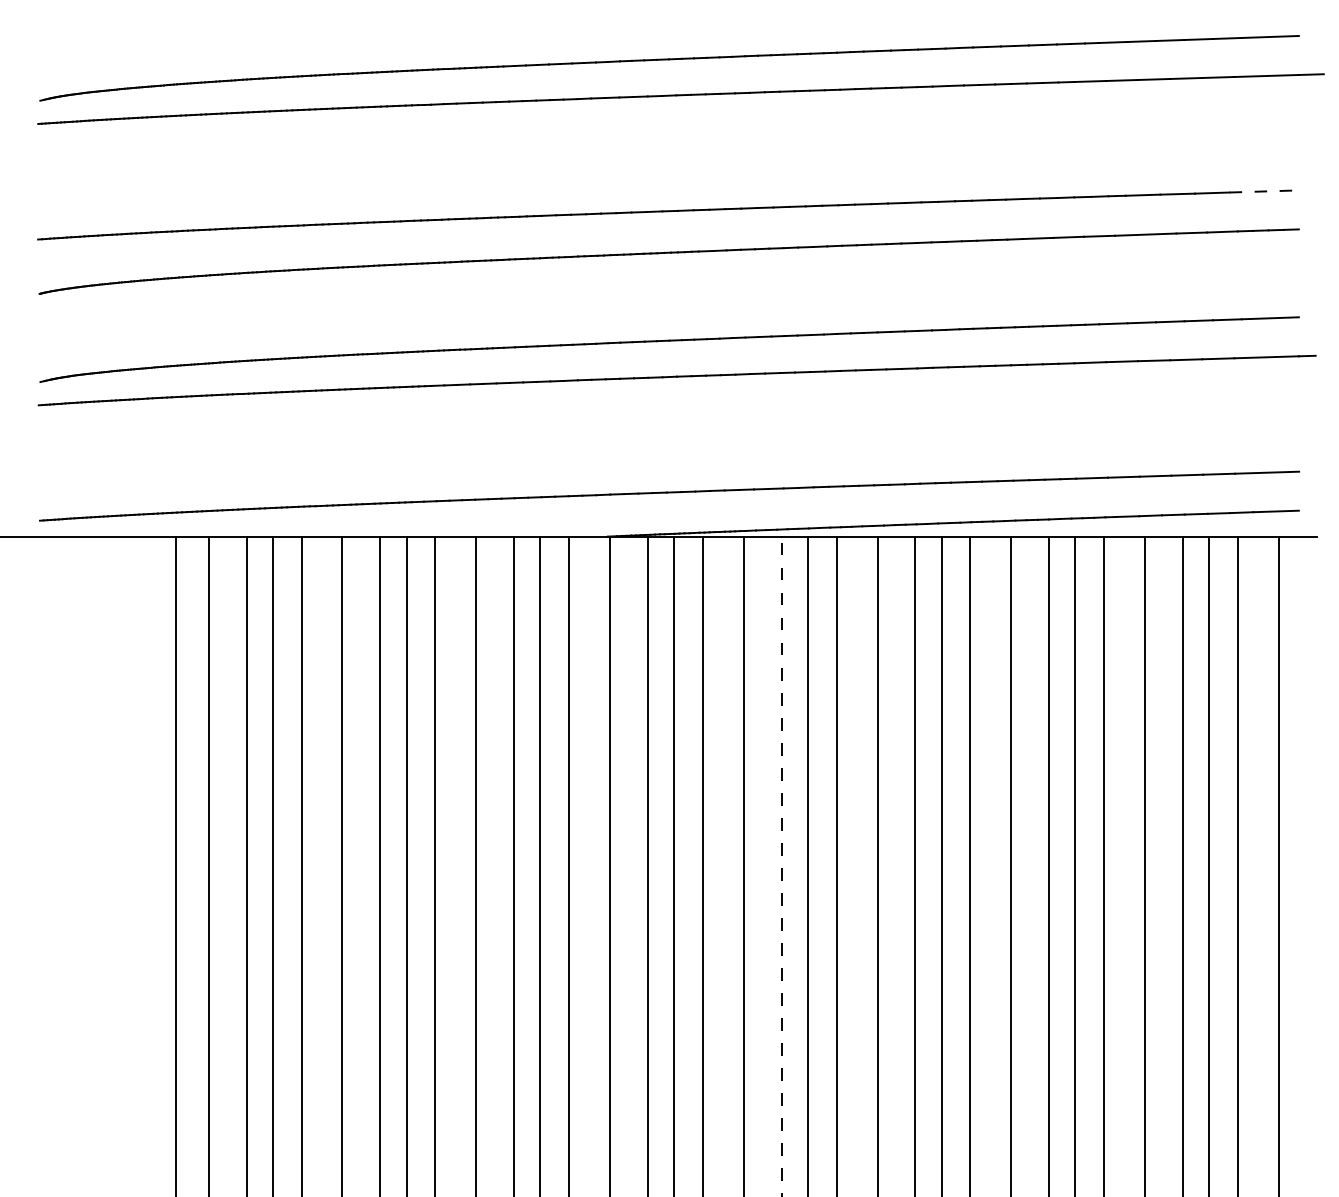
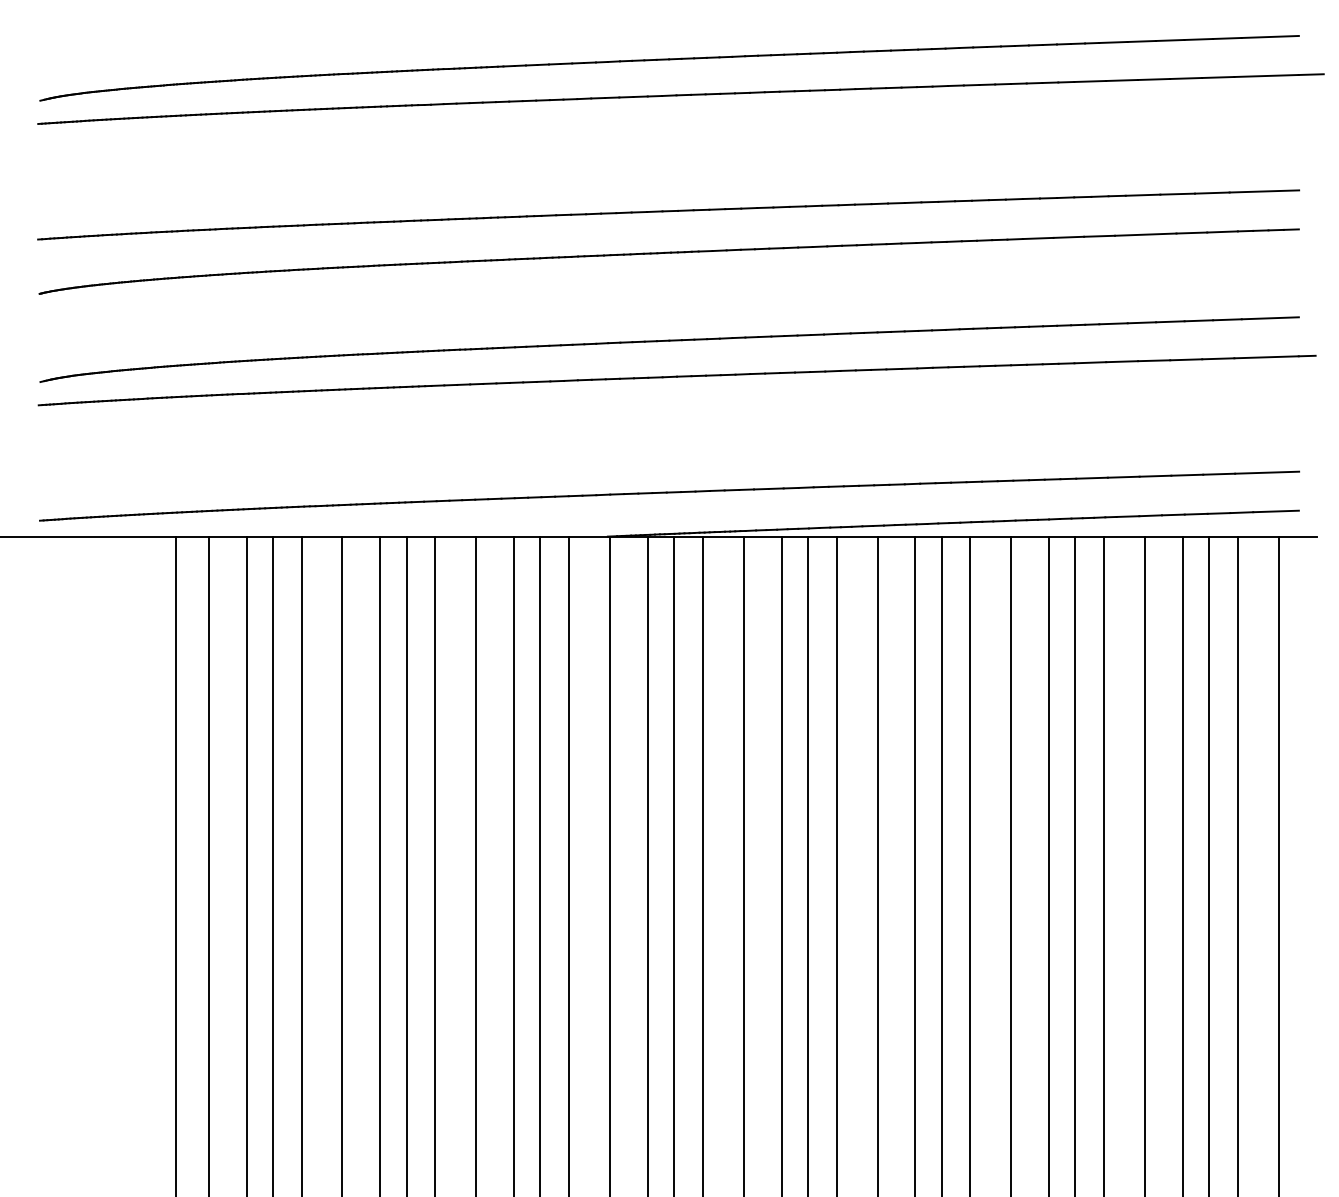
line at (1264, 191): dashed -> solid
line at (781, 866): dashed -> solid
